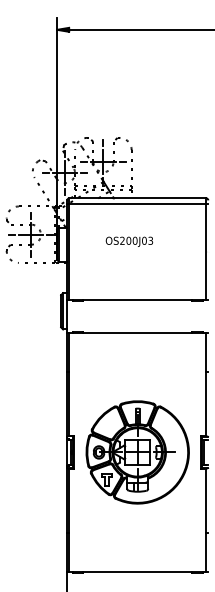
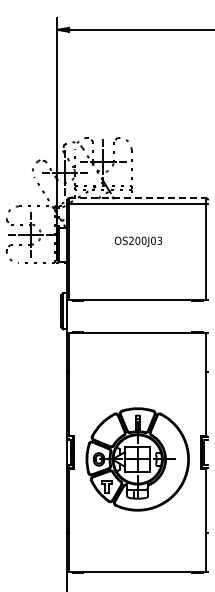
line at (137, 198): solid -> dashed
text at (129, 241) position: (129, 241) -> (138, 241)
part at (137, 452) position: (137, 452) -> (137, 459)
